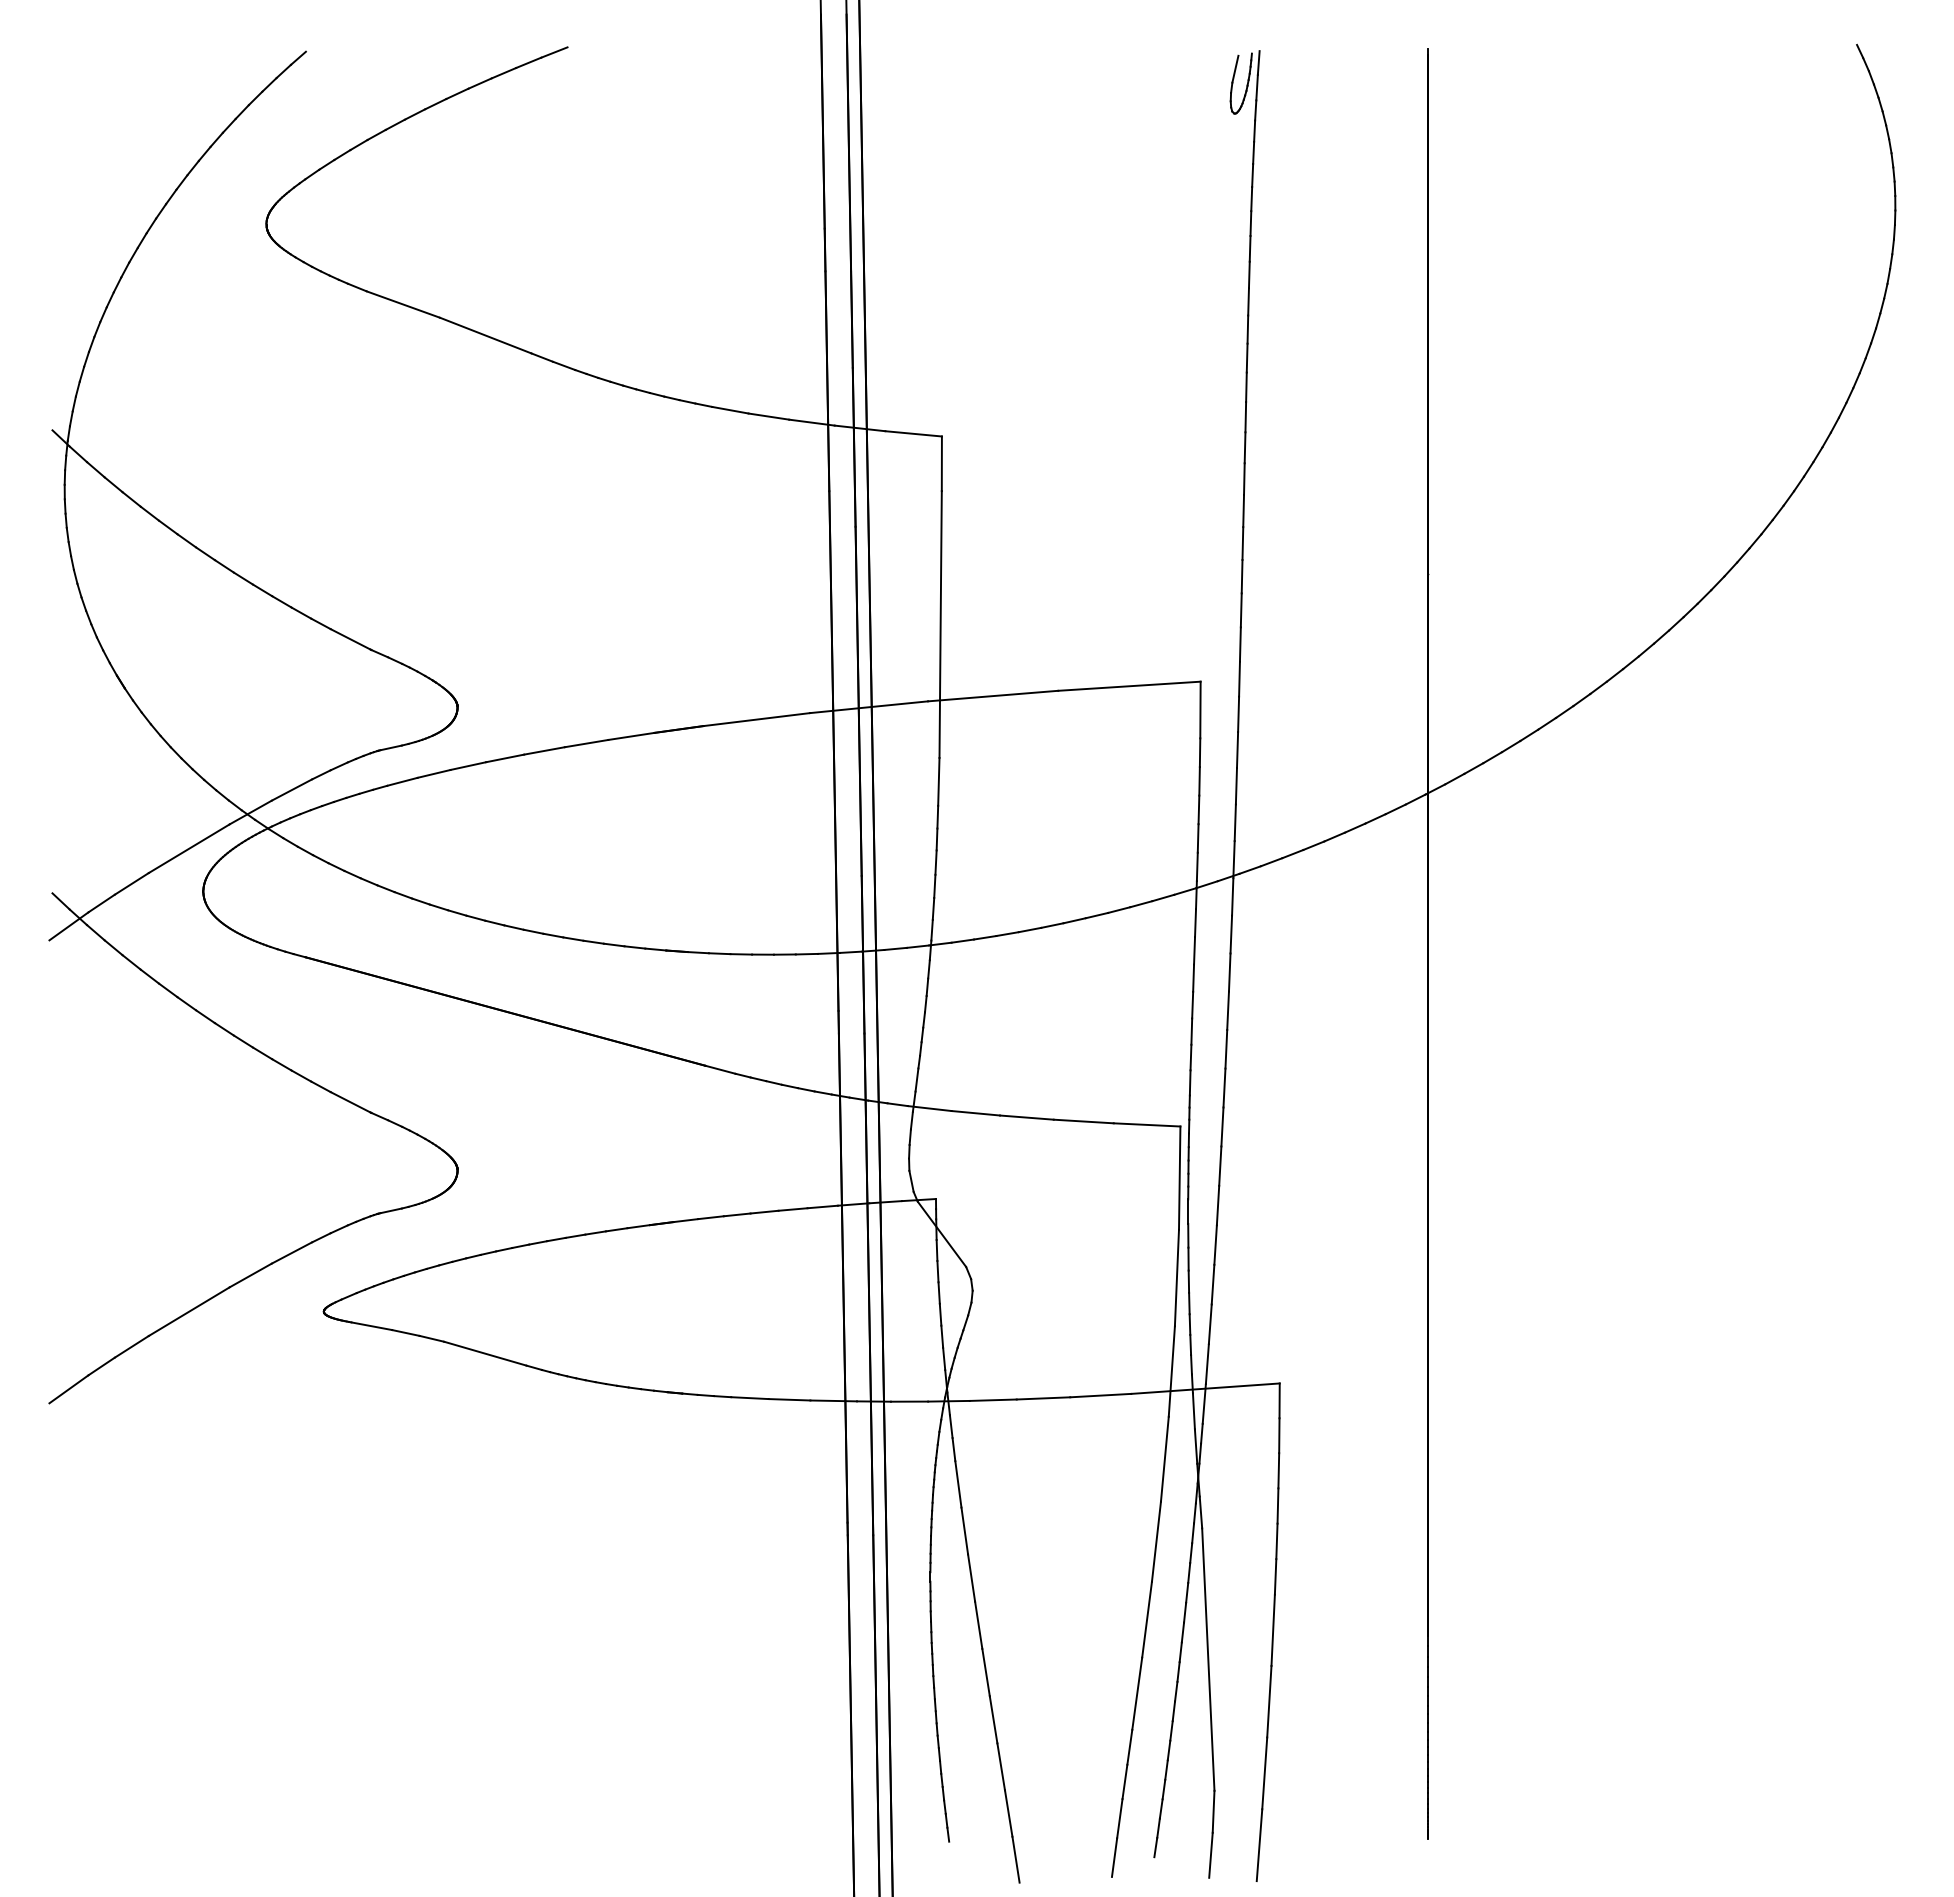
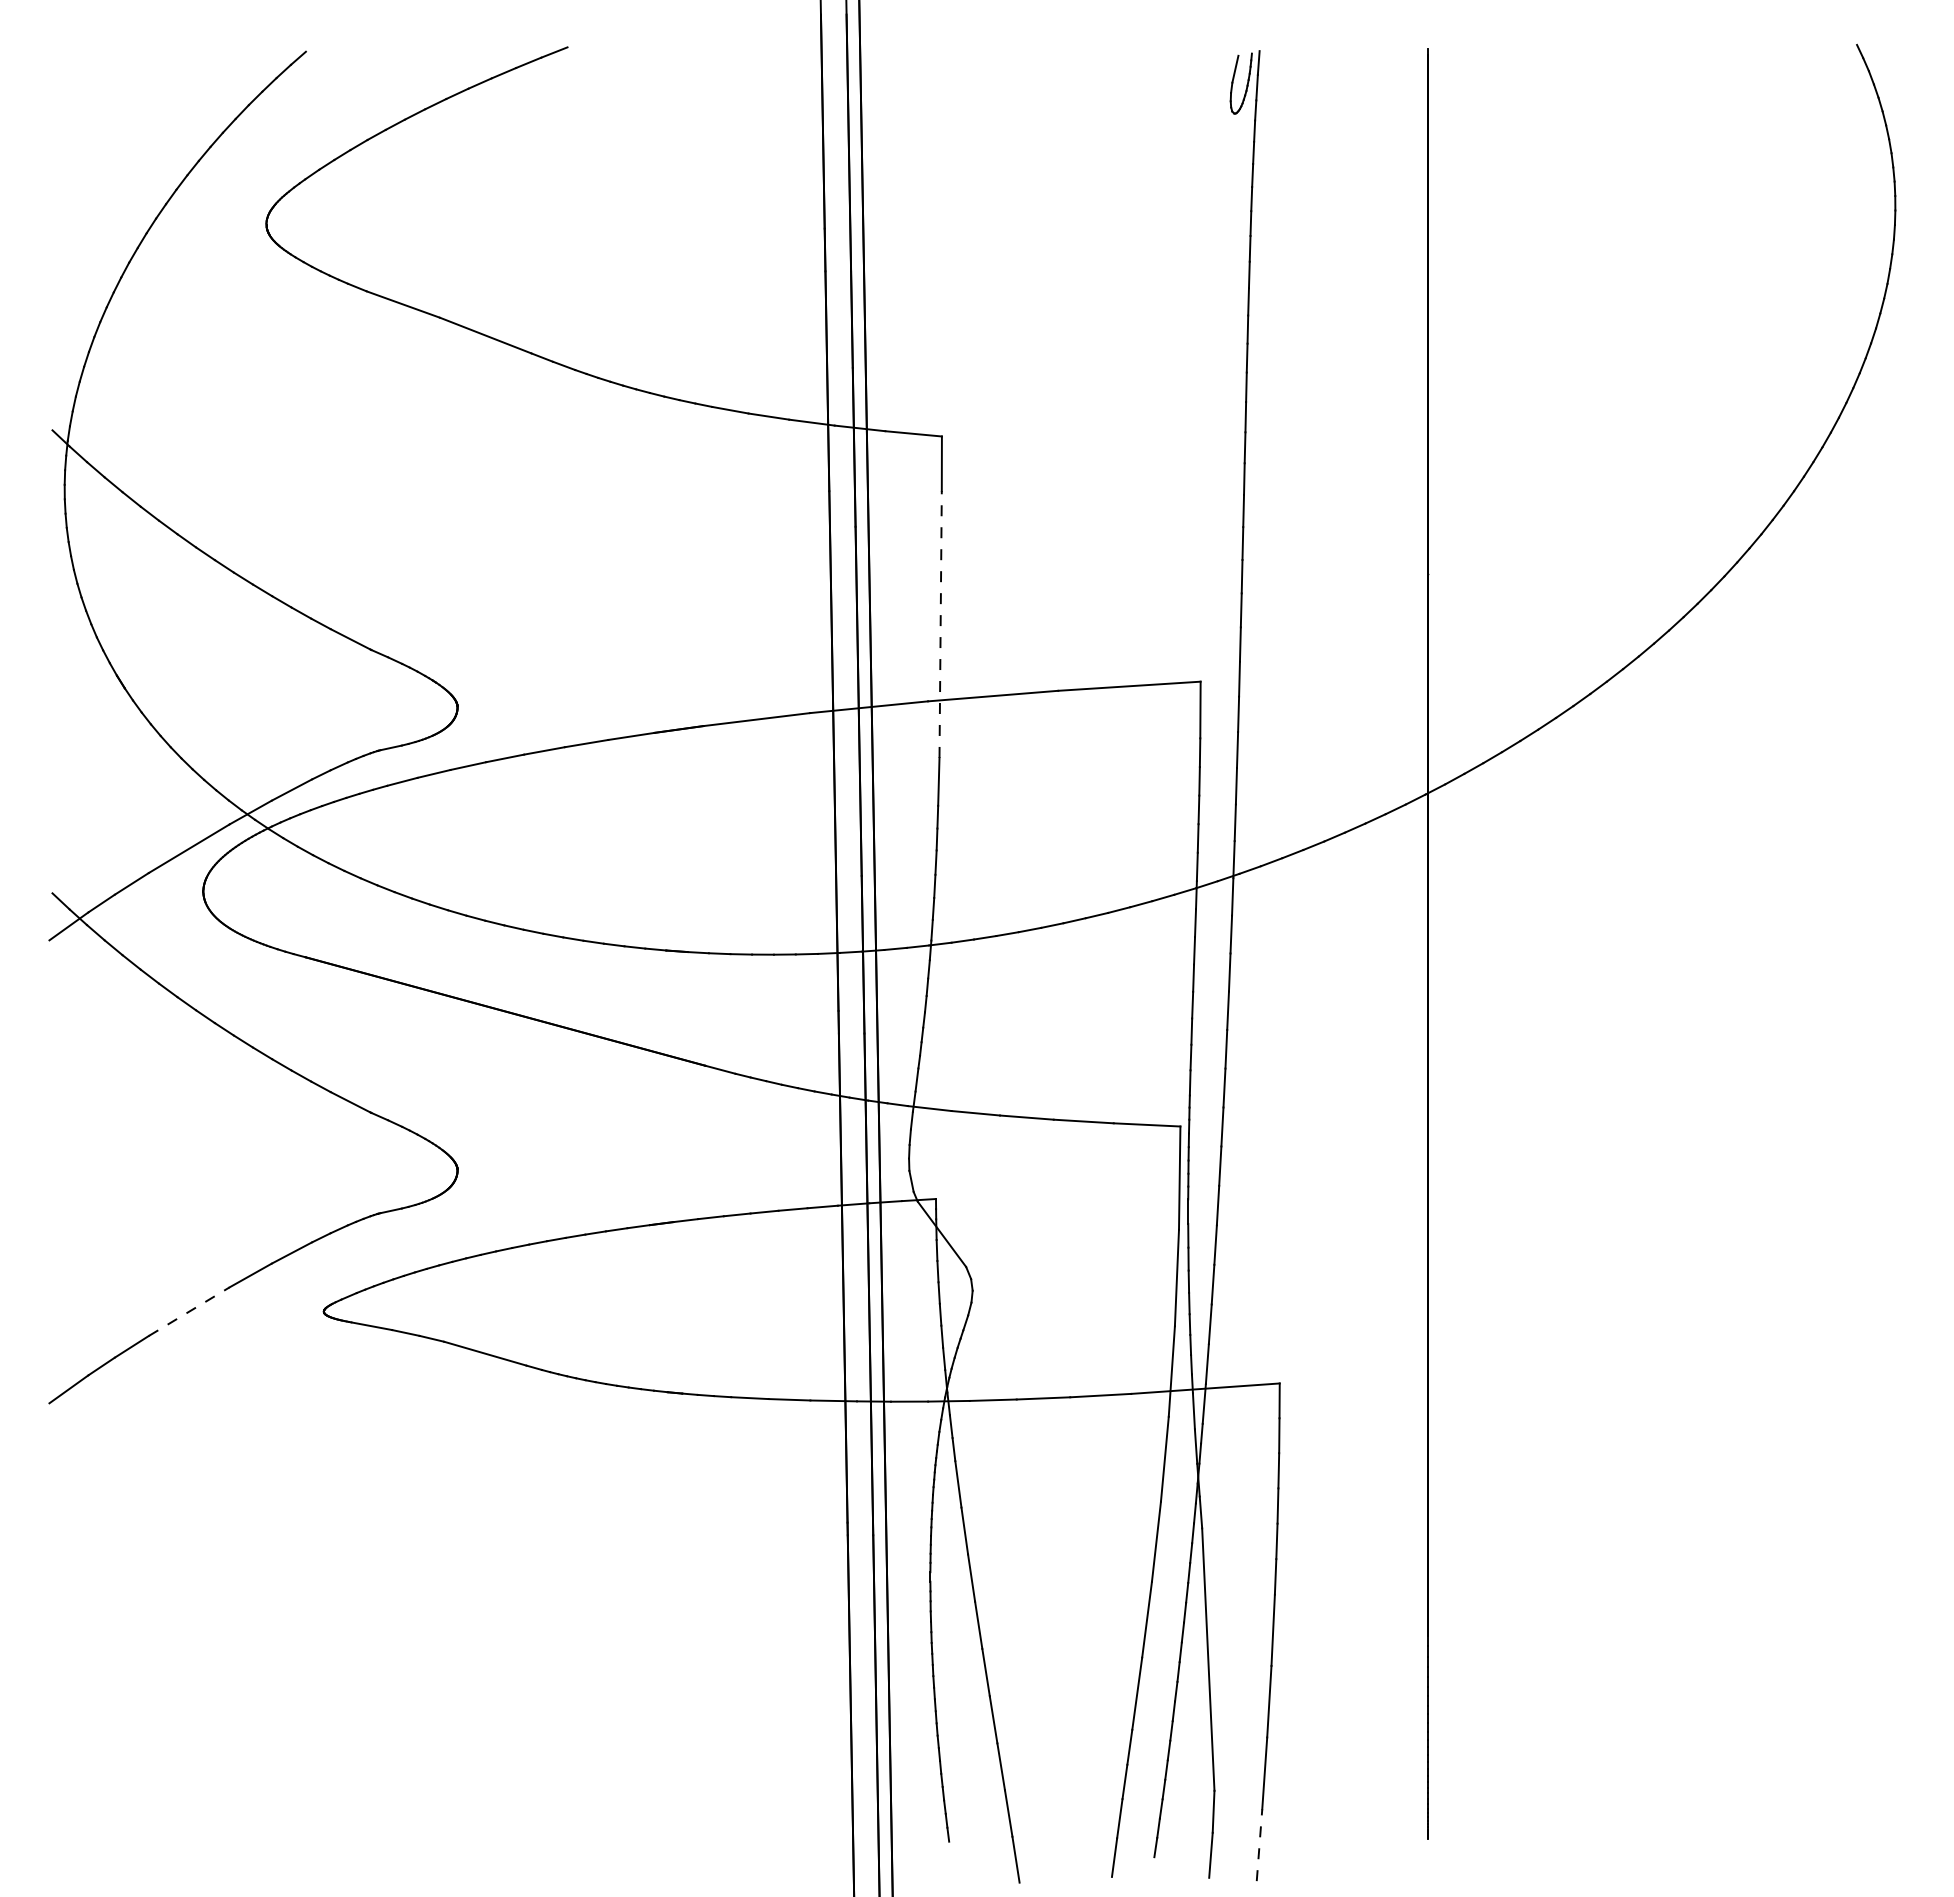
line at (940, 624): solid -> dashed
line at (189, 1311): solid -> dashed
line at (1259, 1844): solid -> dashed
